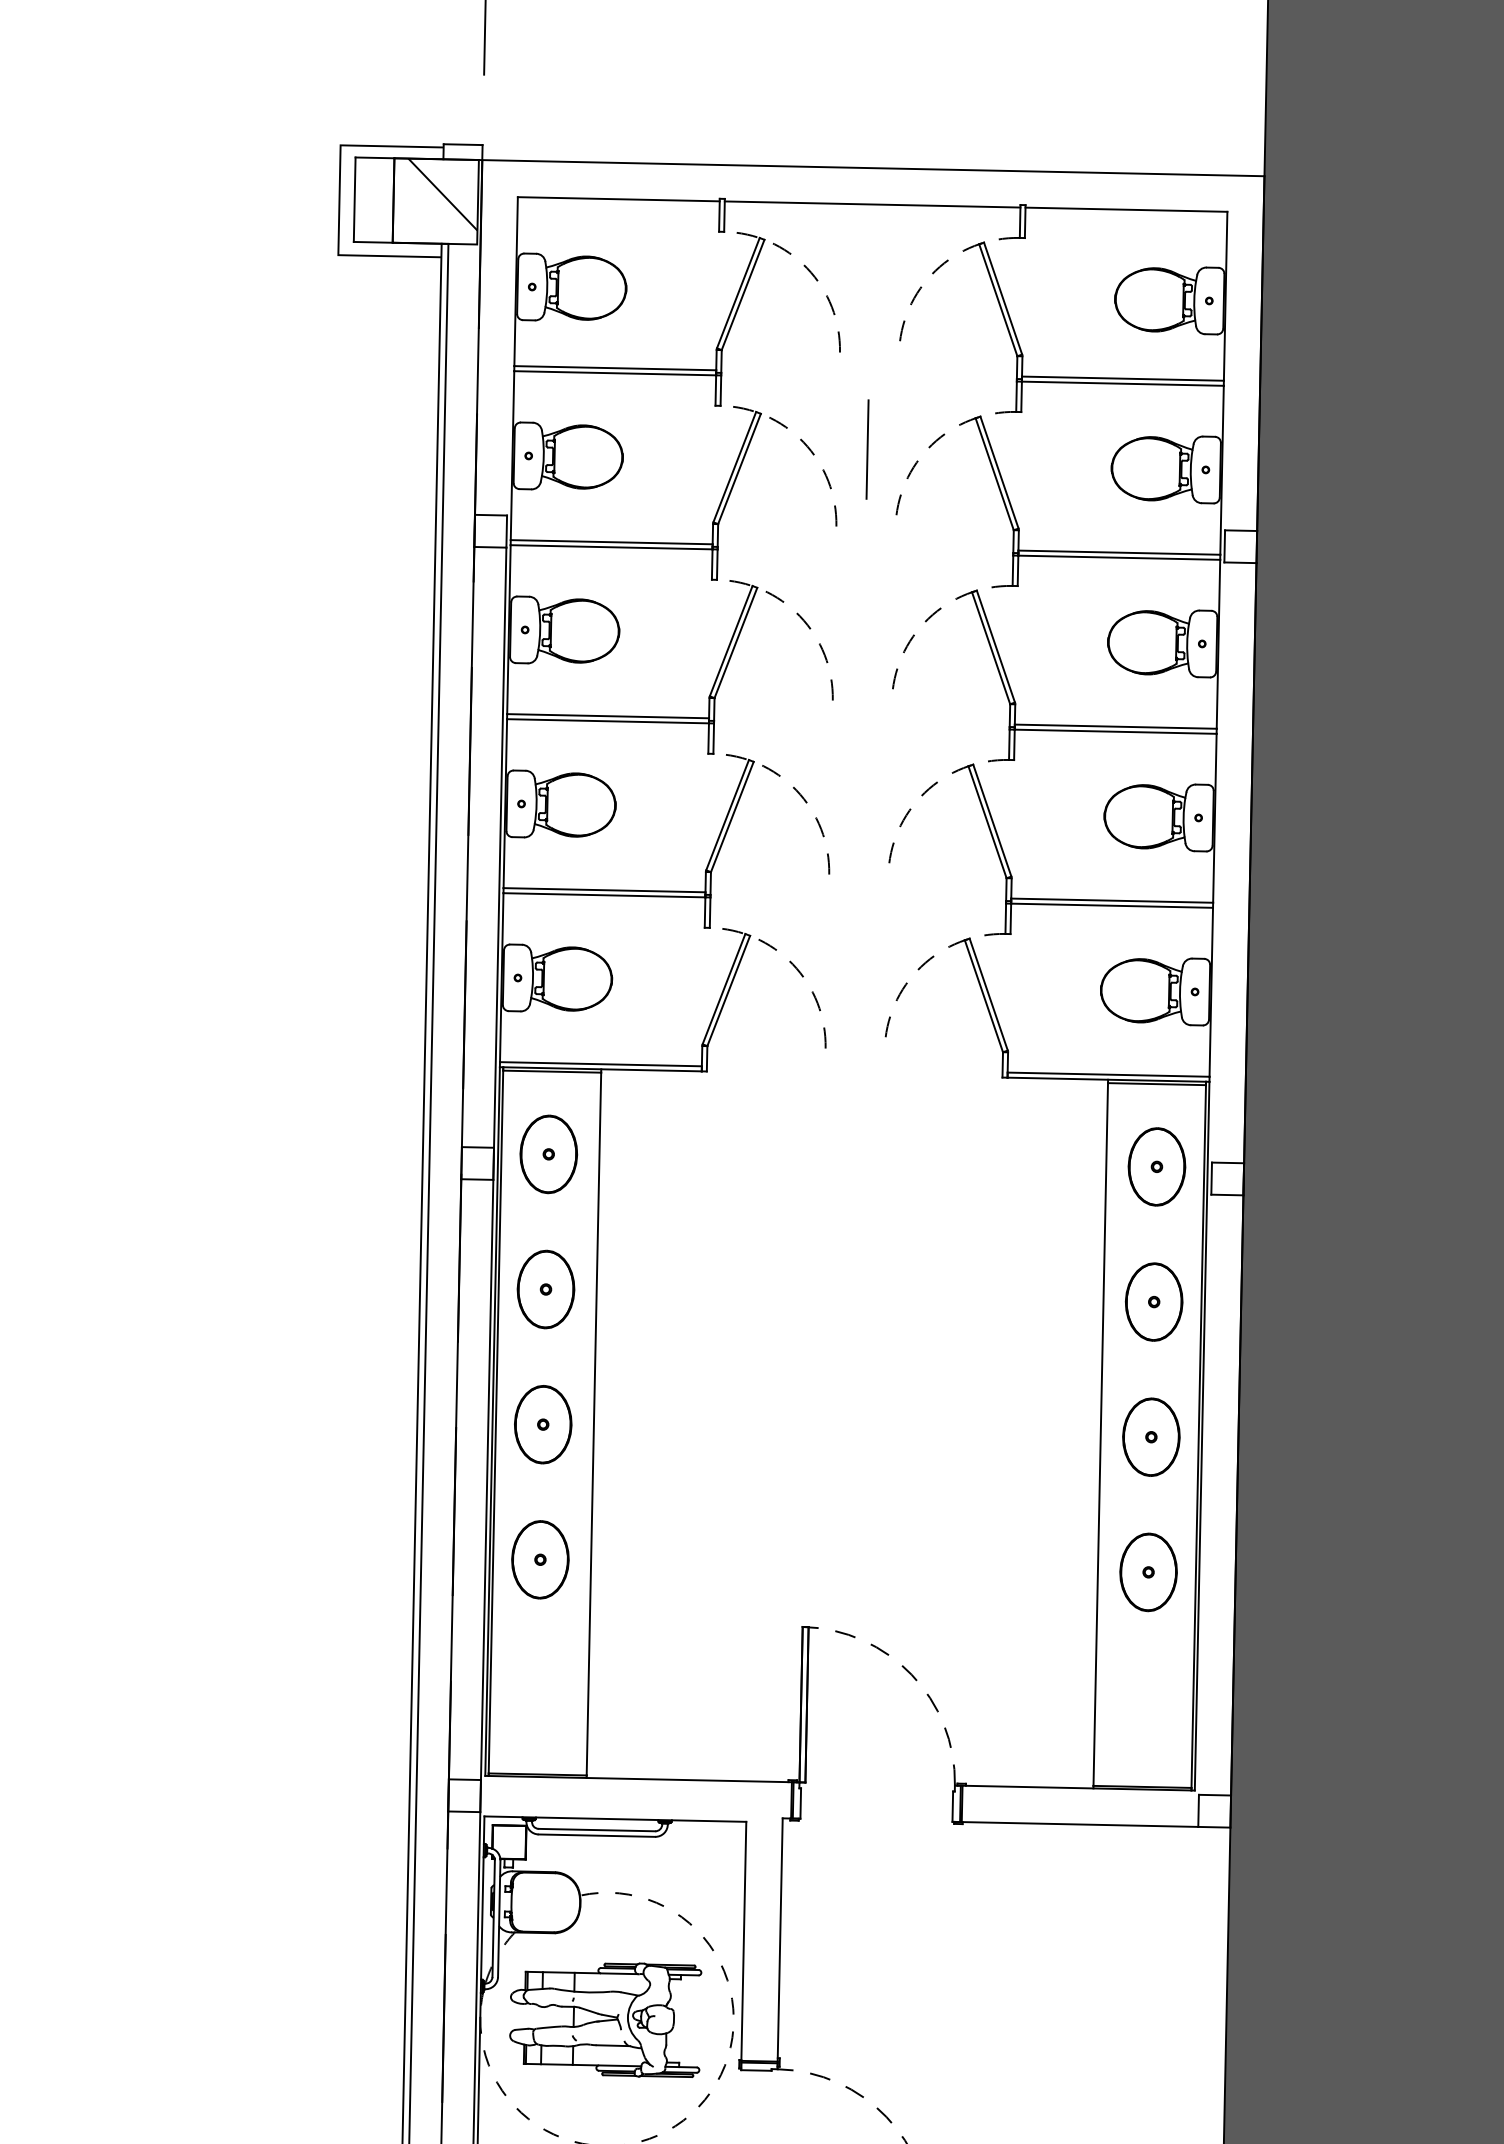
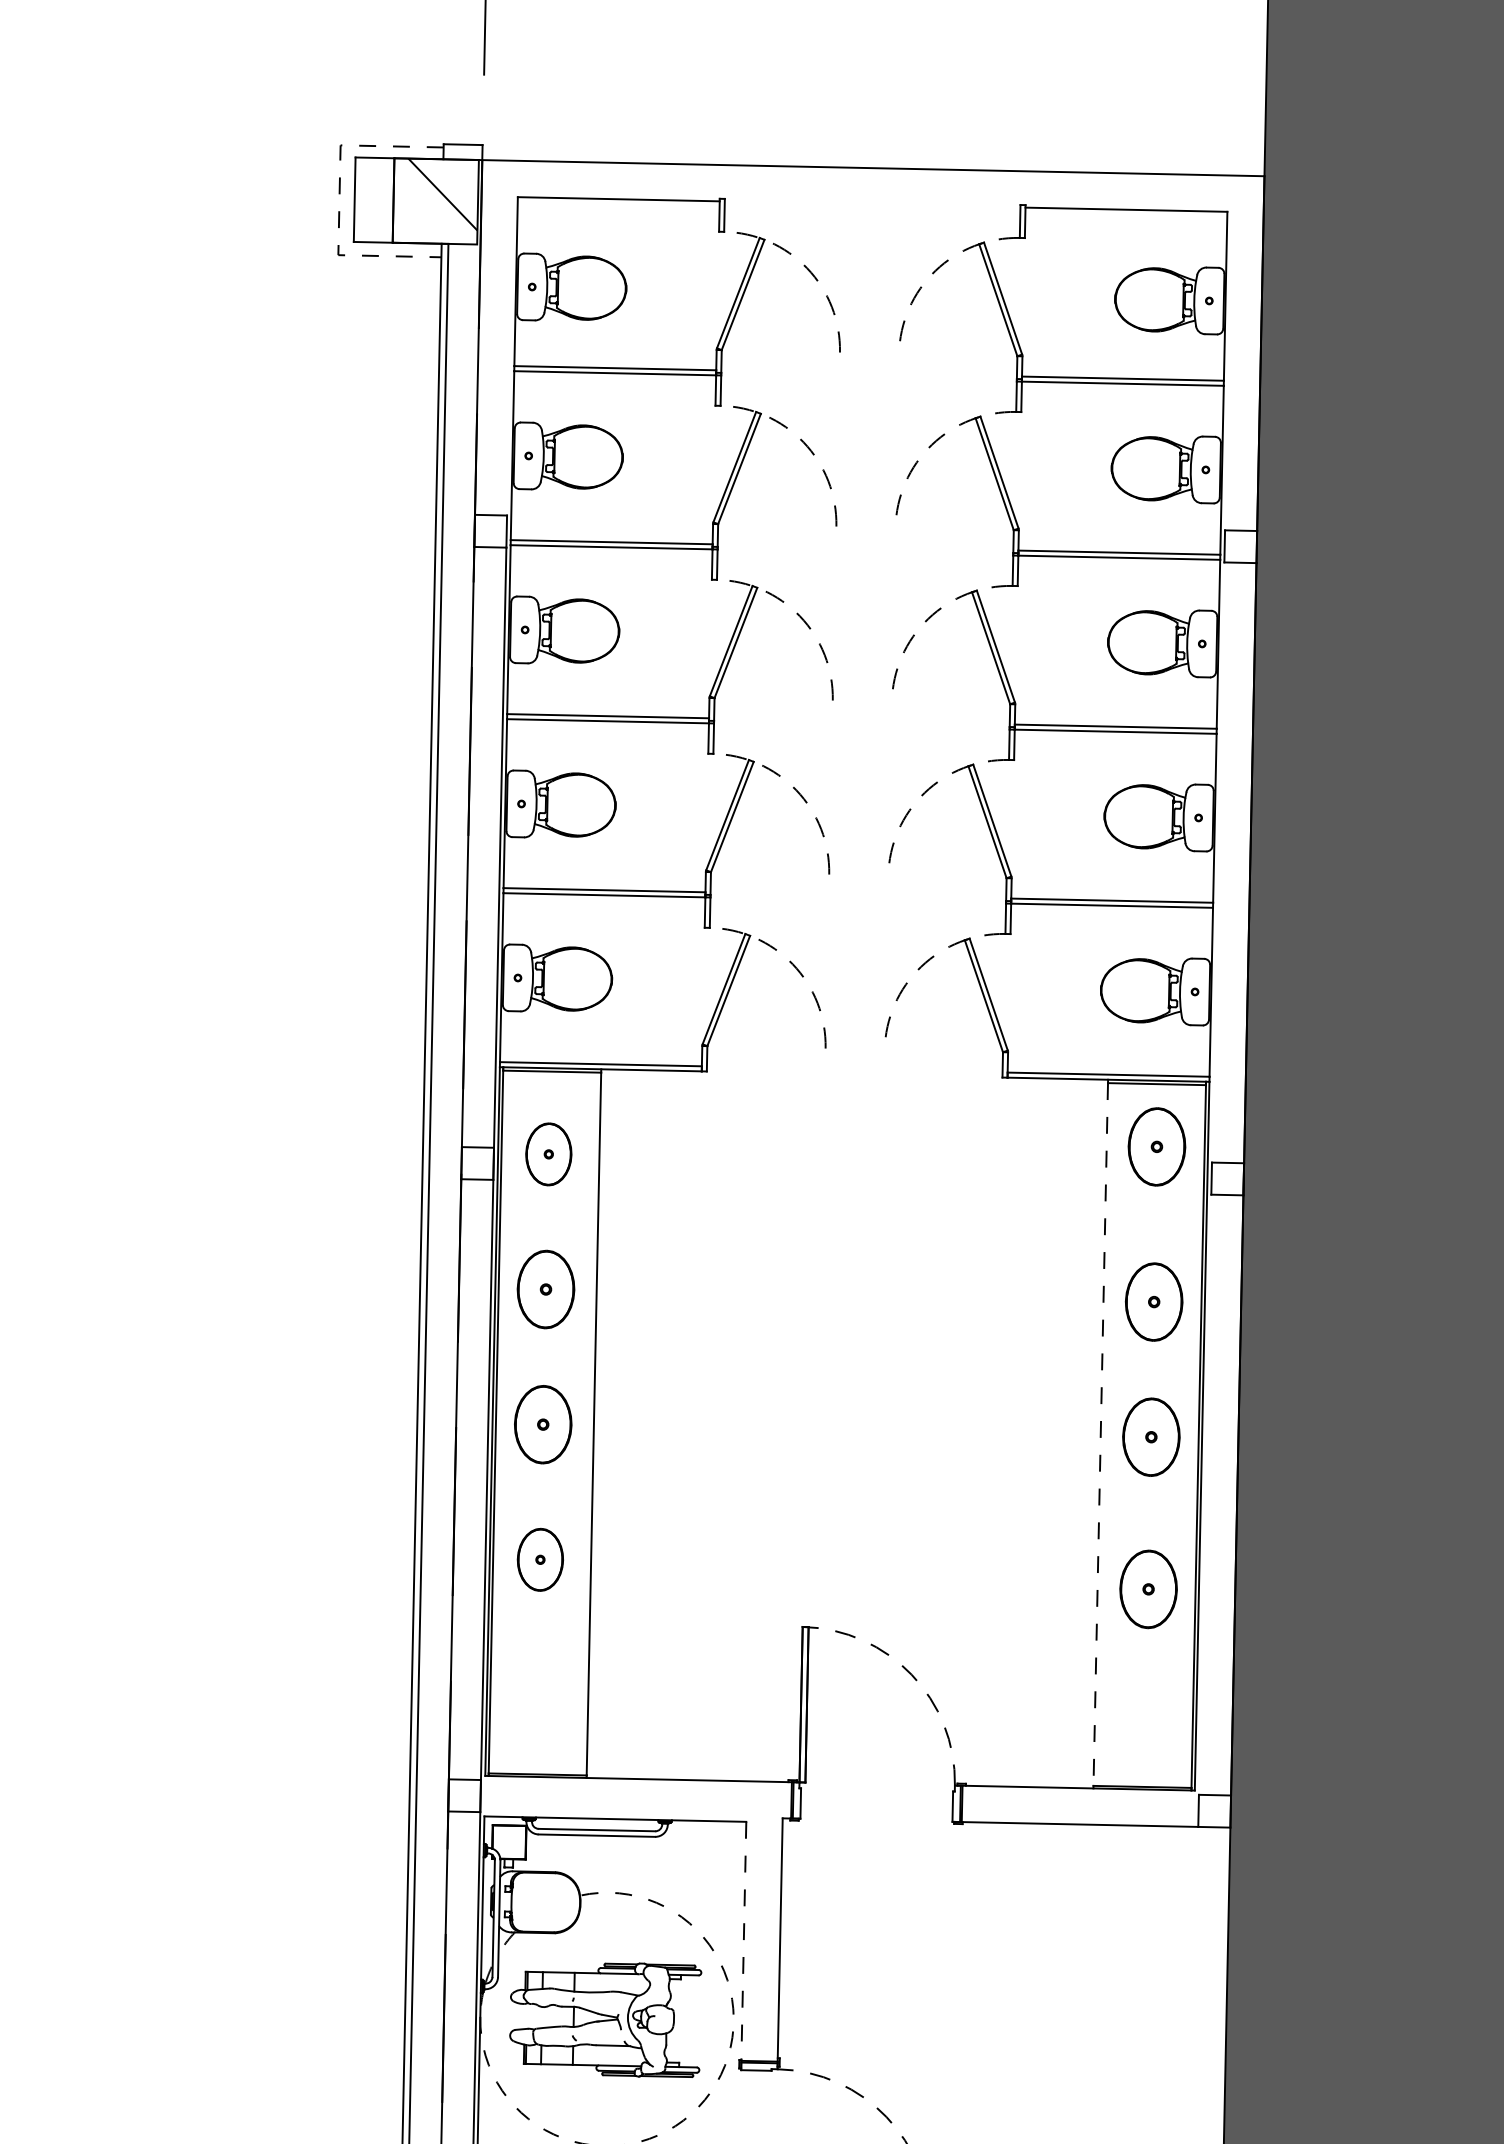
line at (339, 200): solid -> dashed
line at (872, 204): present -> none
line at (867, 449): present -> none
part at (548, 1154) size: 60x81 px -> 48x65 px
part at (1156, 1166) position: (1156, 1166) -> (1156, 1146)
line at (1100, 1435): solid -> dashed
part at (540, 1559) size: 59x80 px -> 48x65 px
part at (1148, 1572) position: (1148, 1572) -> (1148, 1589)
line at (743, 1941): solid -> dashed
